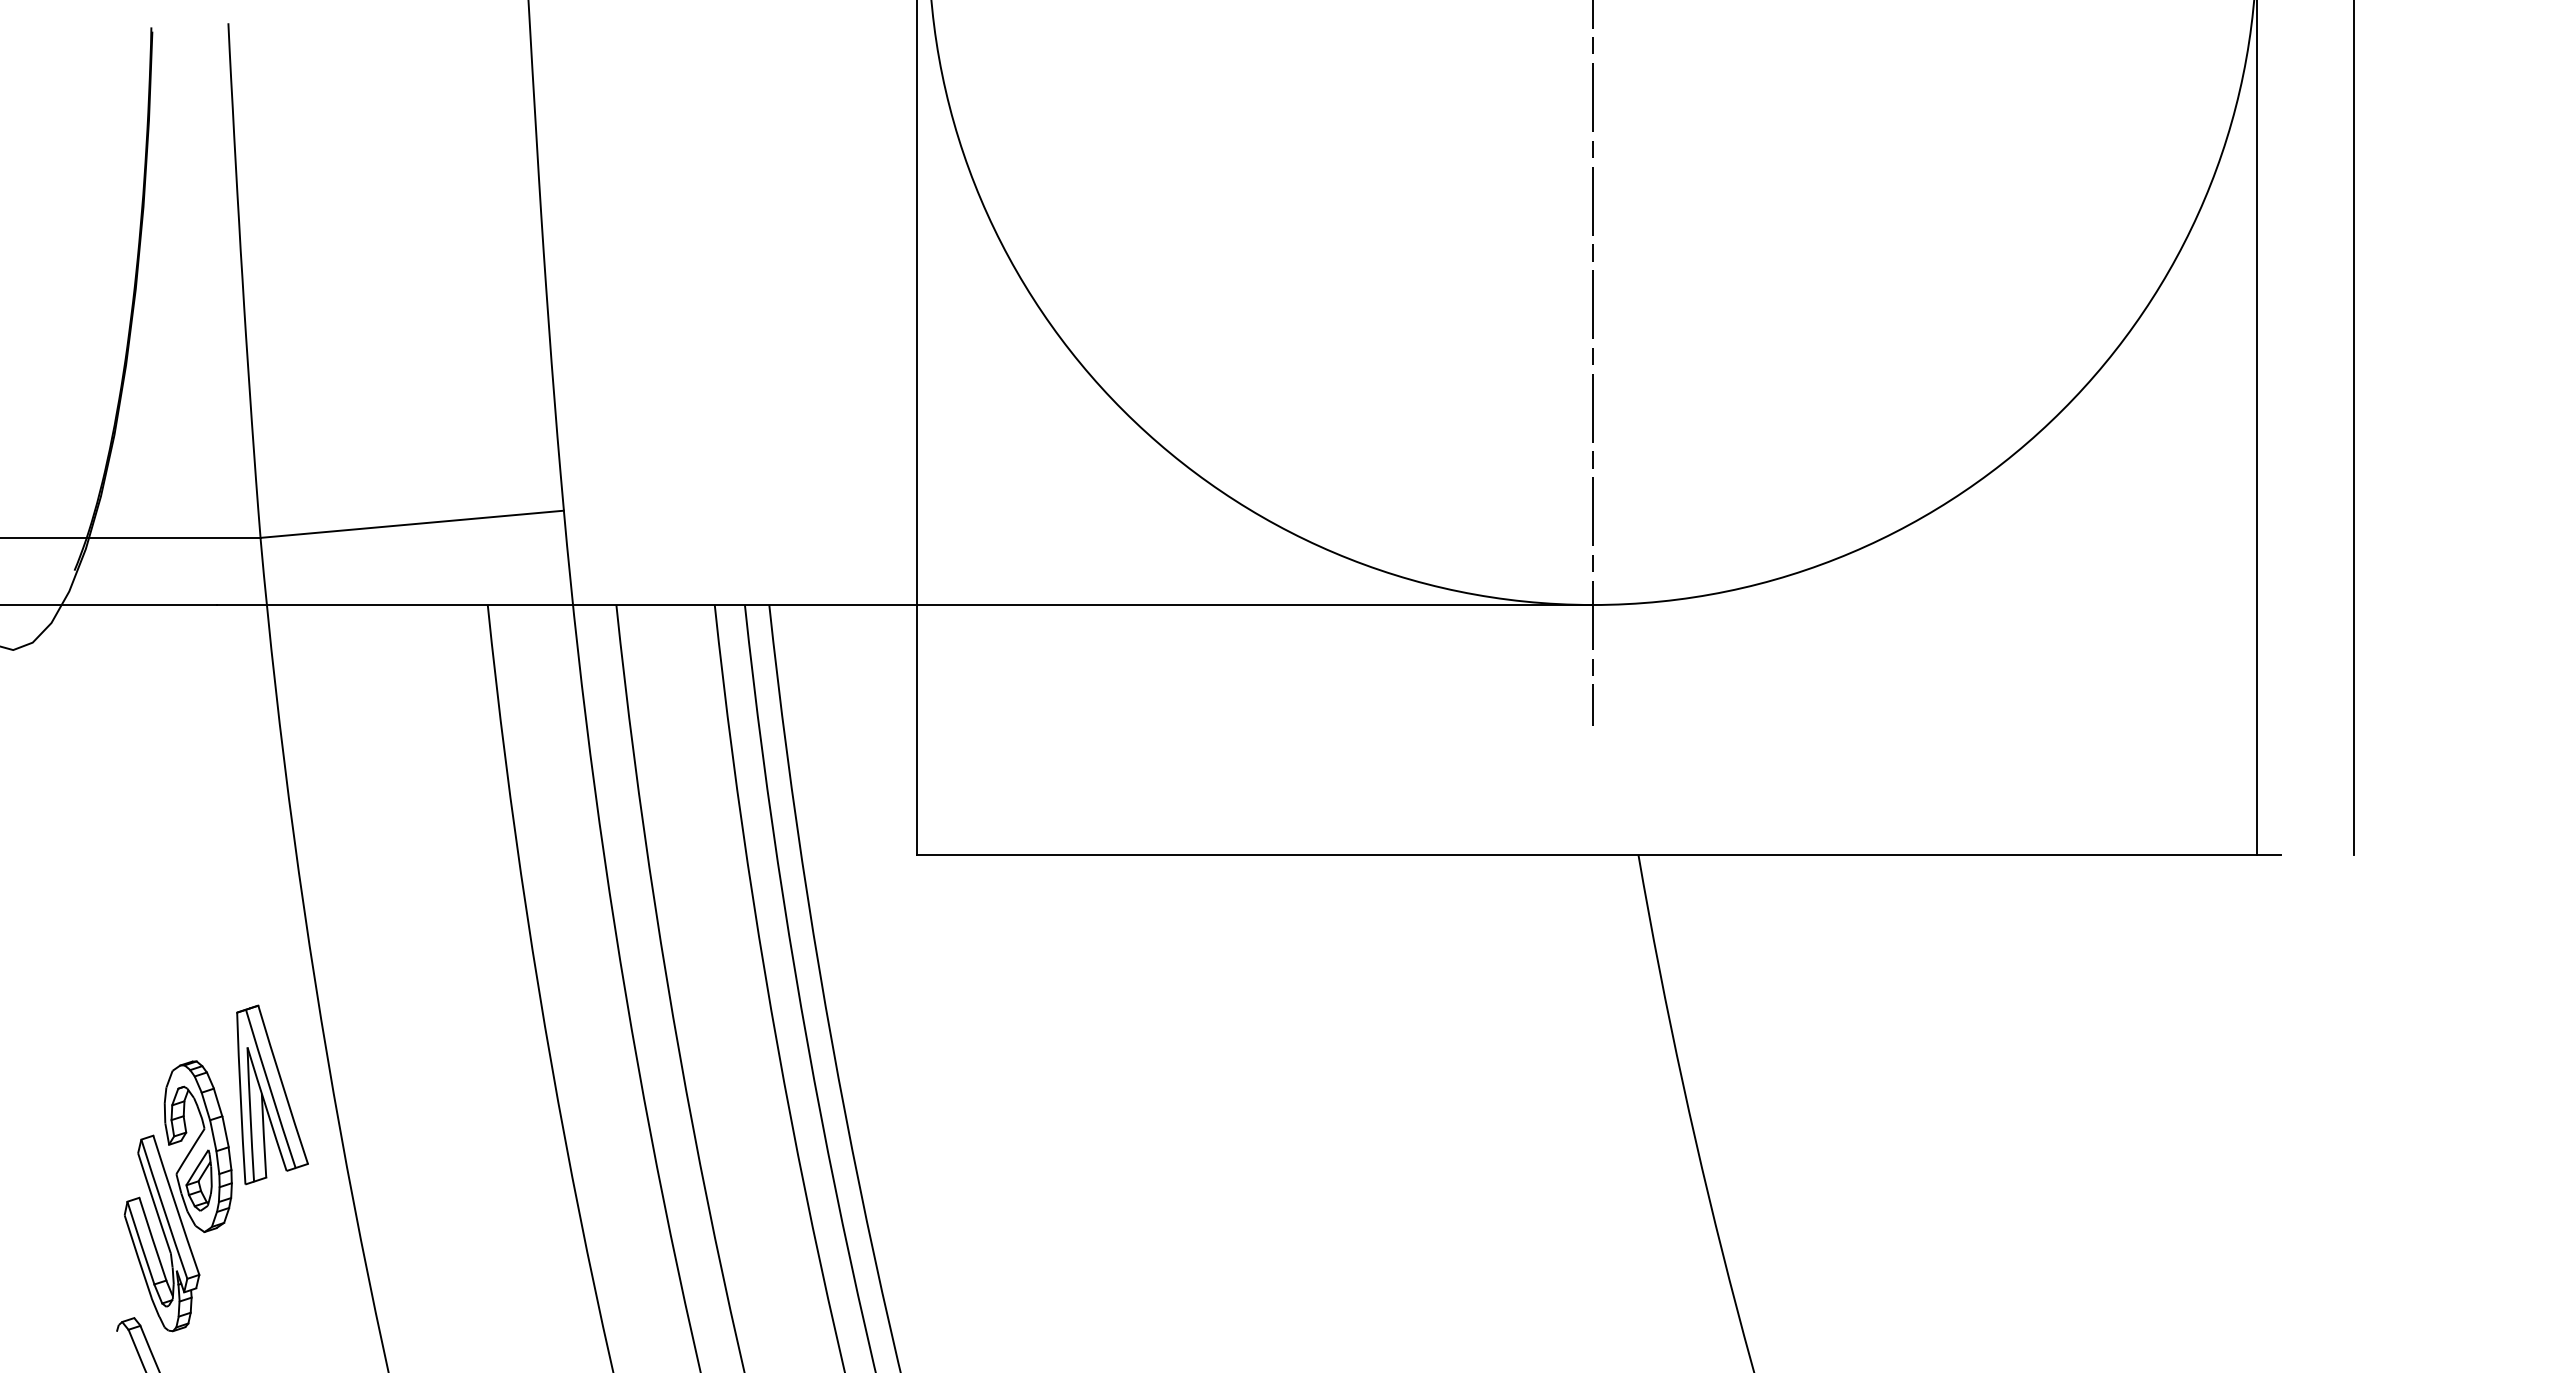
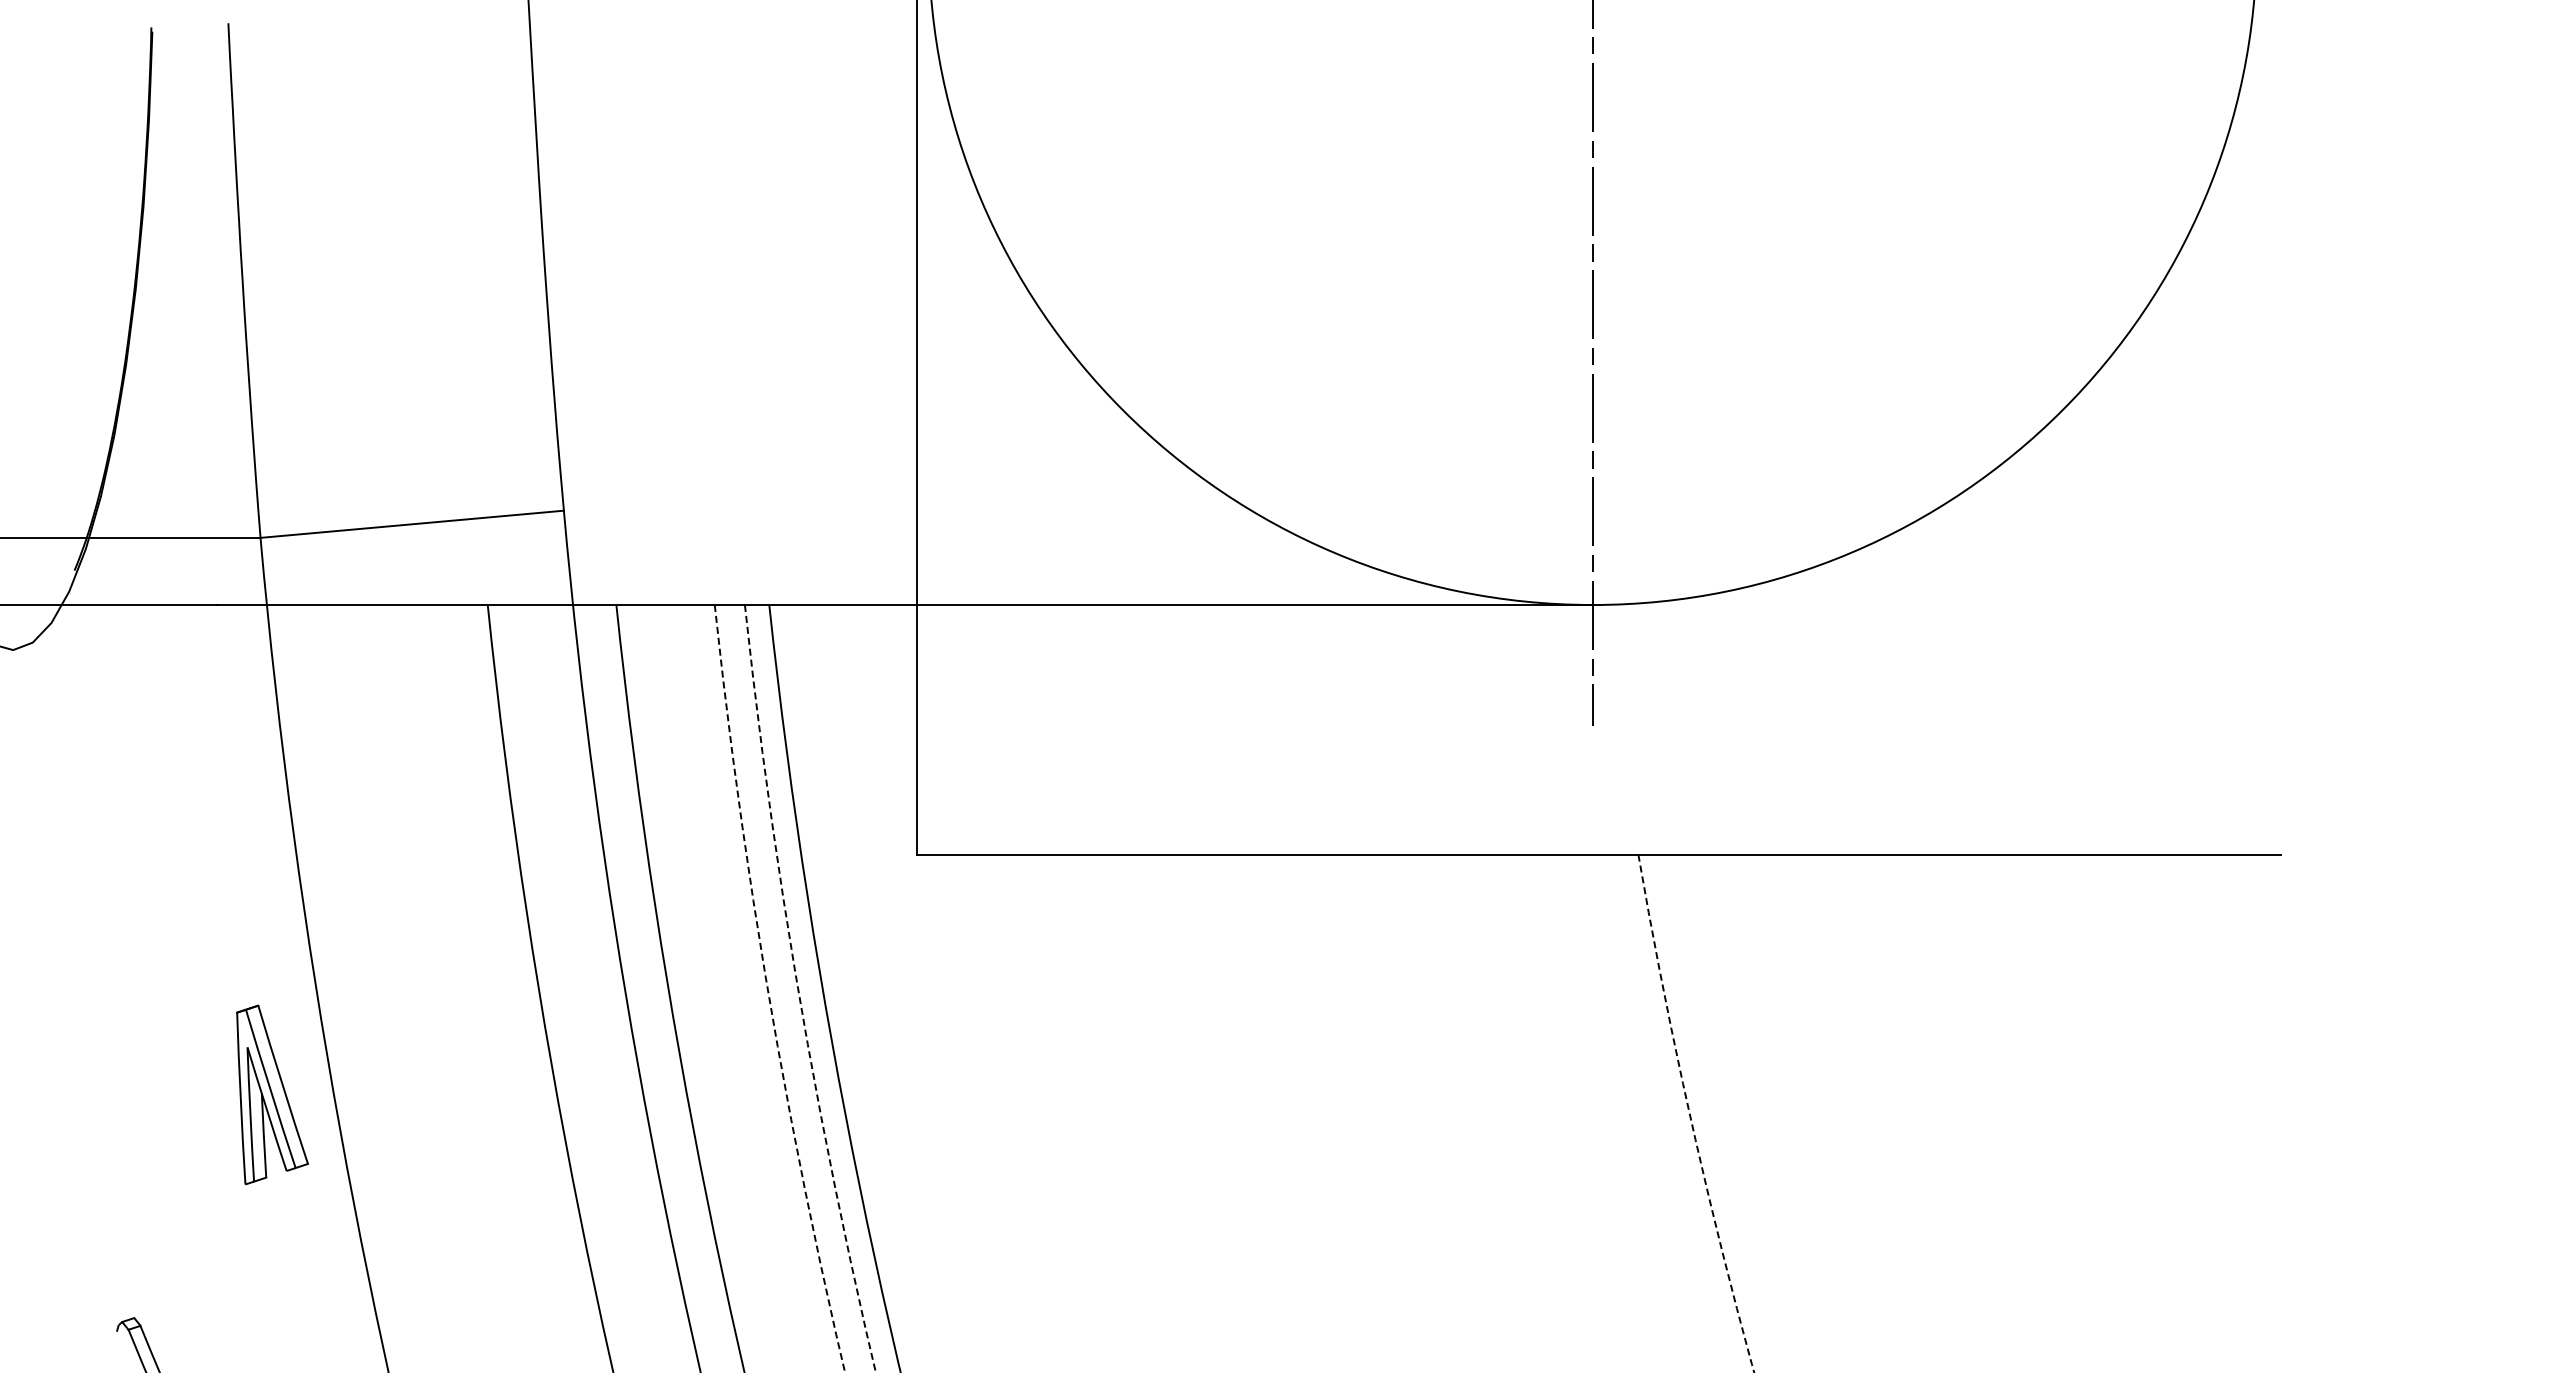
line at (2256, 428): present -> none
line at (2354, 428): present -> none
arc at (768, 990): solid -> dashed
arc at (798, 991): solid -> dashed
arc at (1690, 1115): solid -> dashed
part at (177, 1196): present -> none
